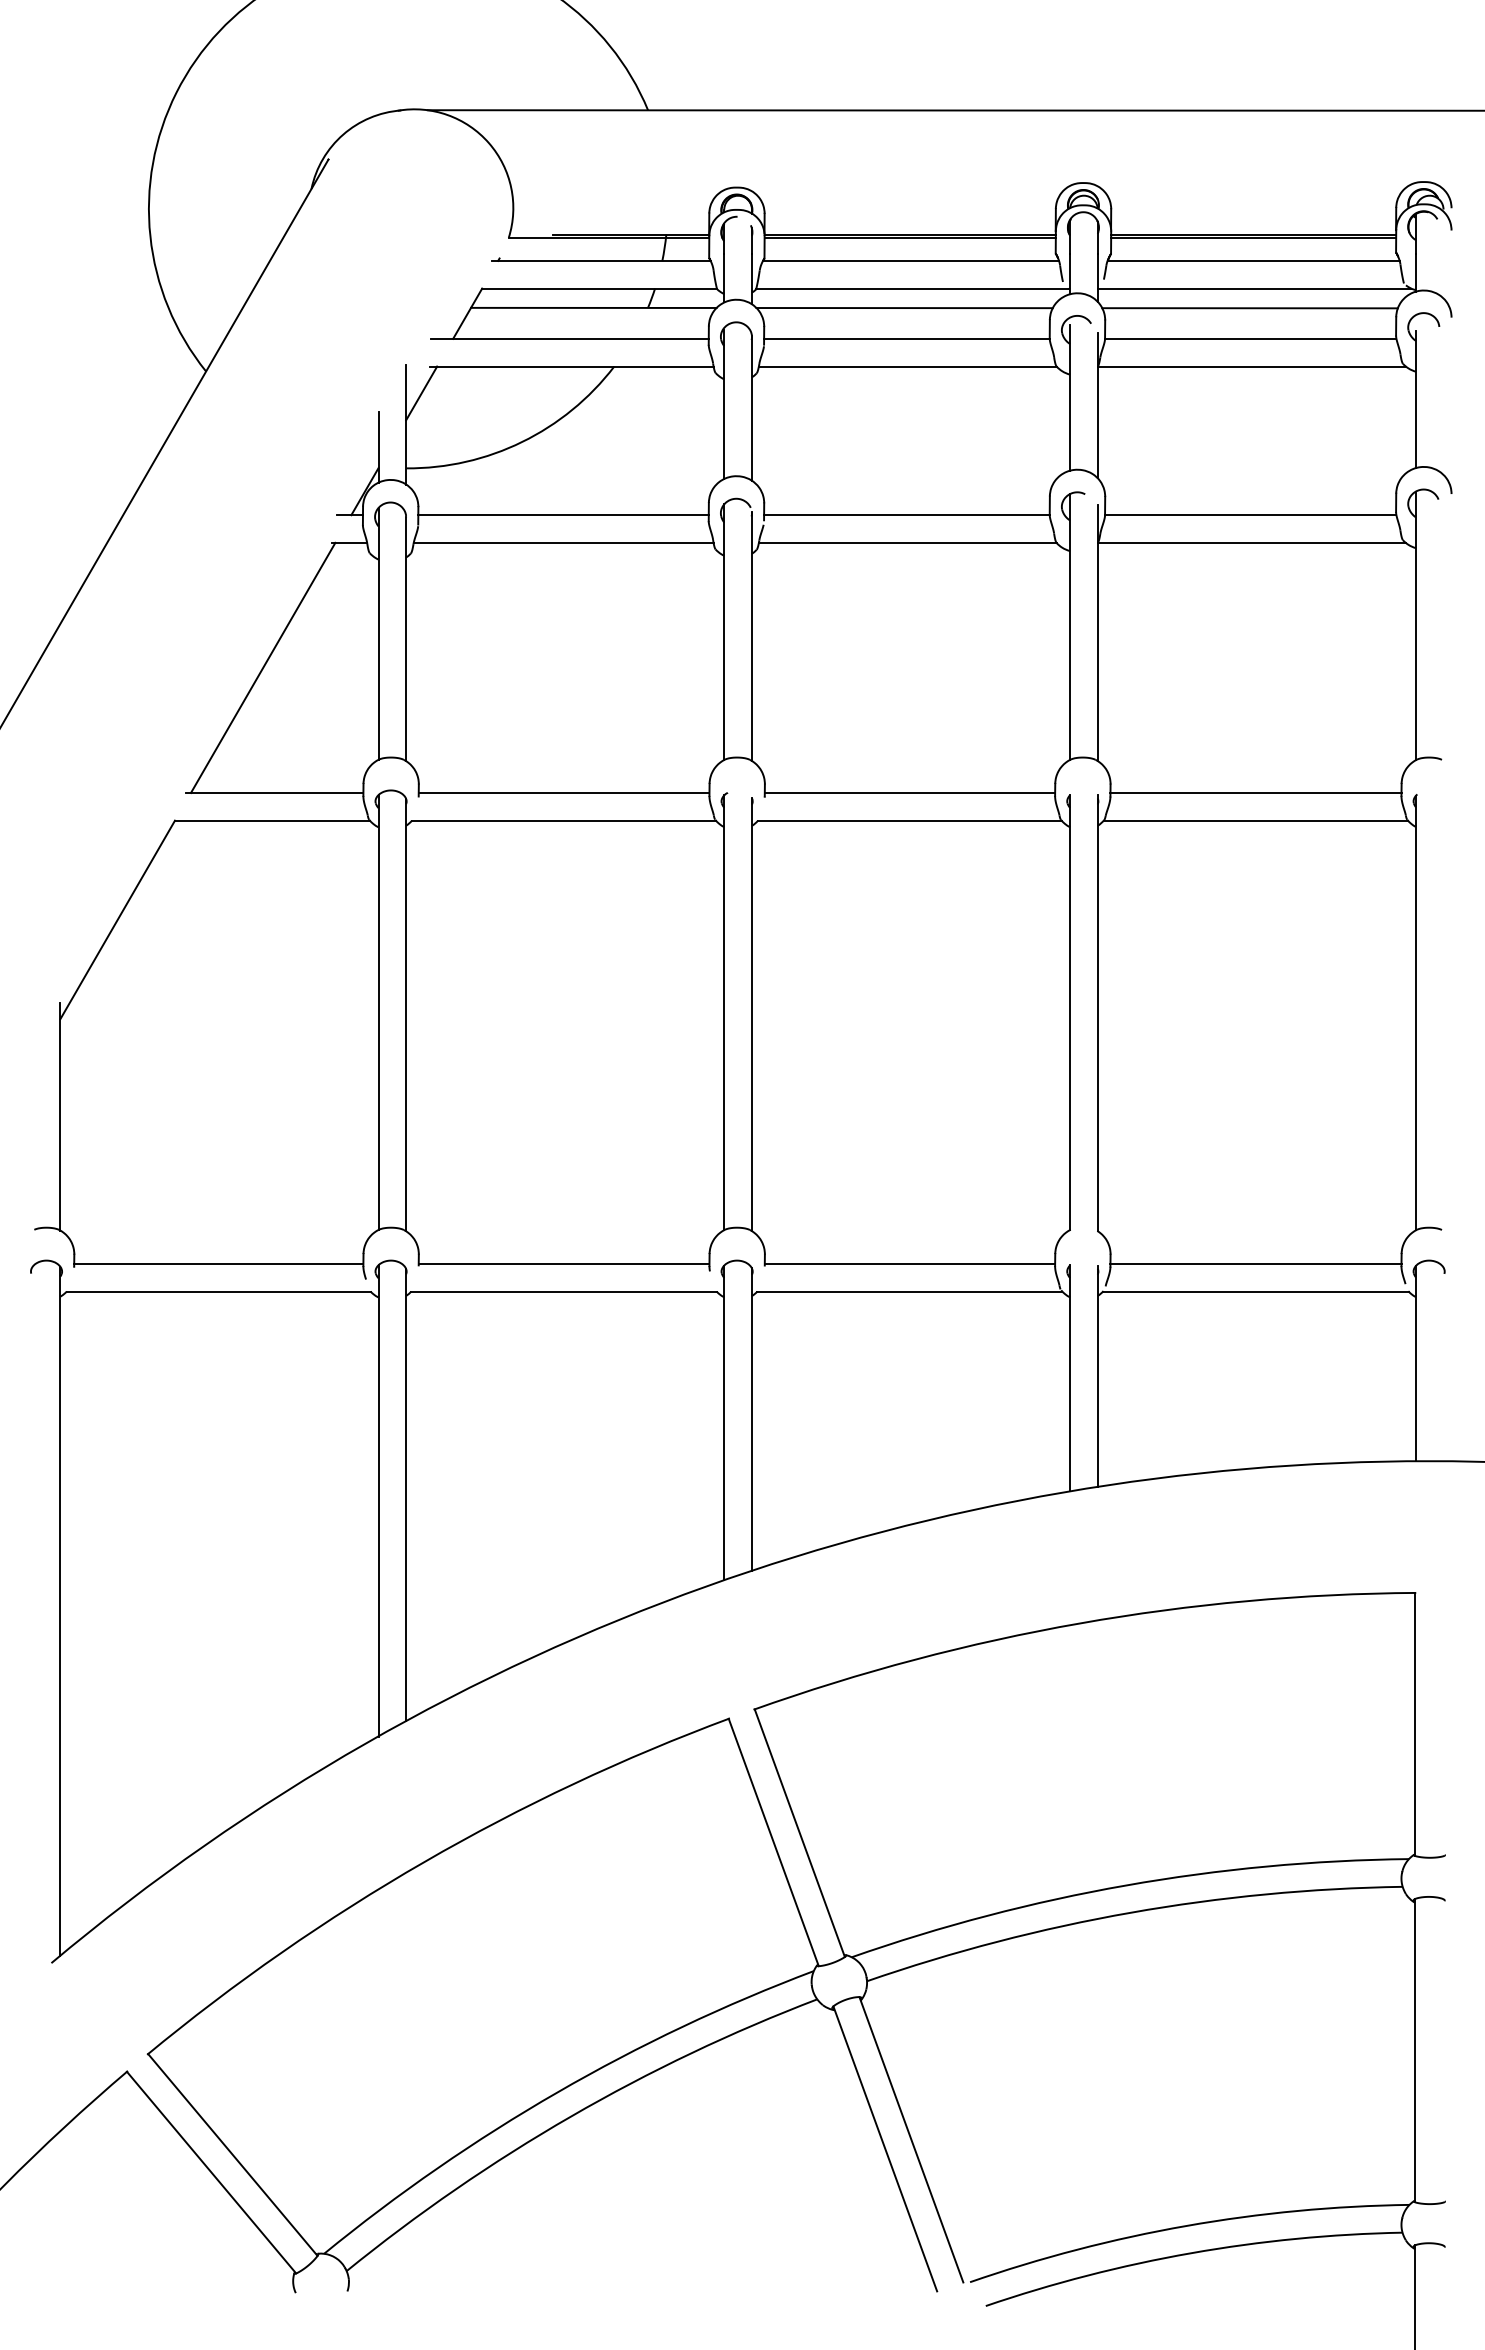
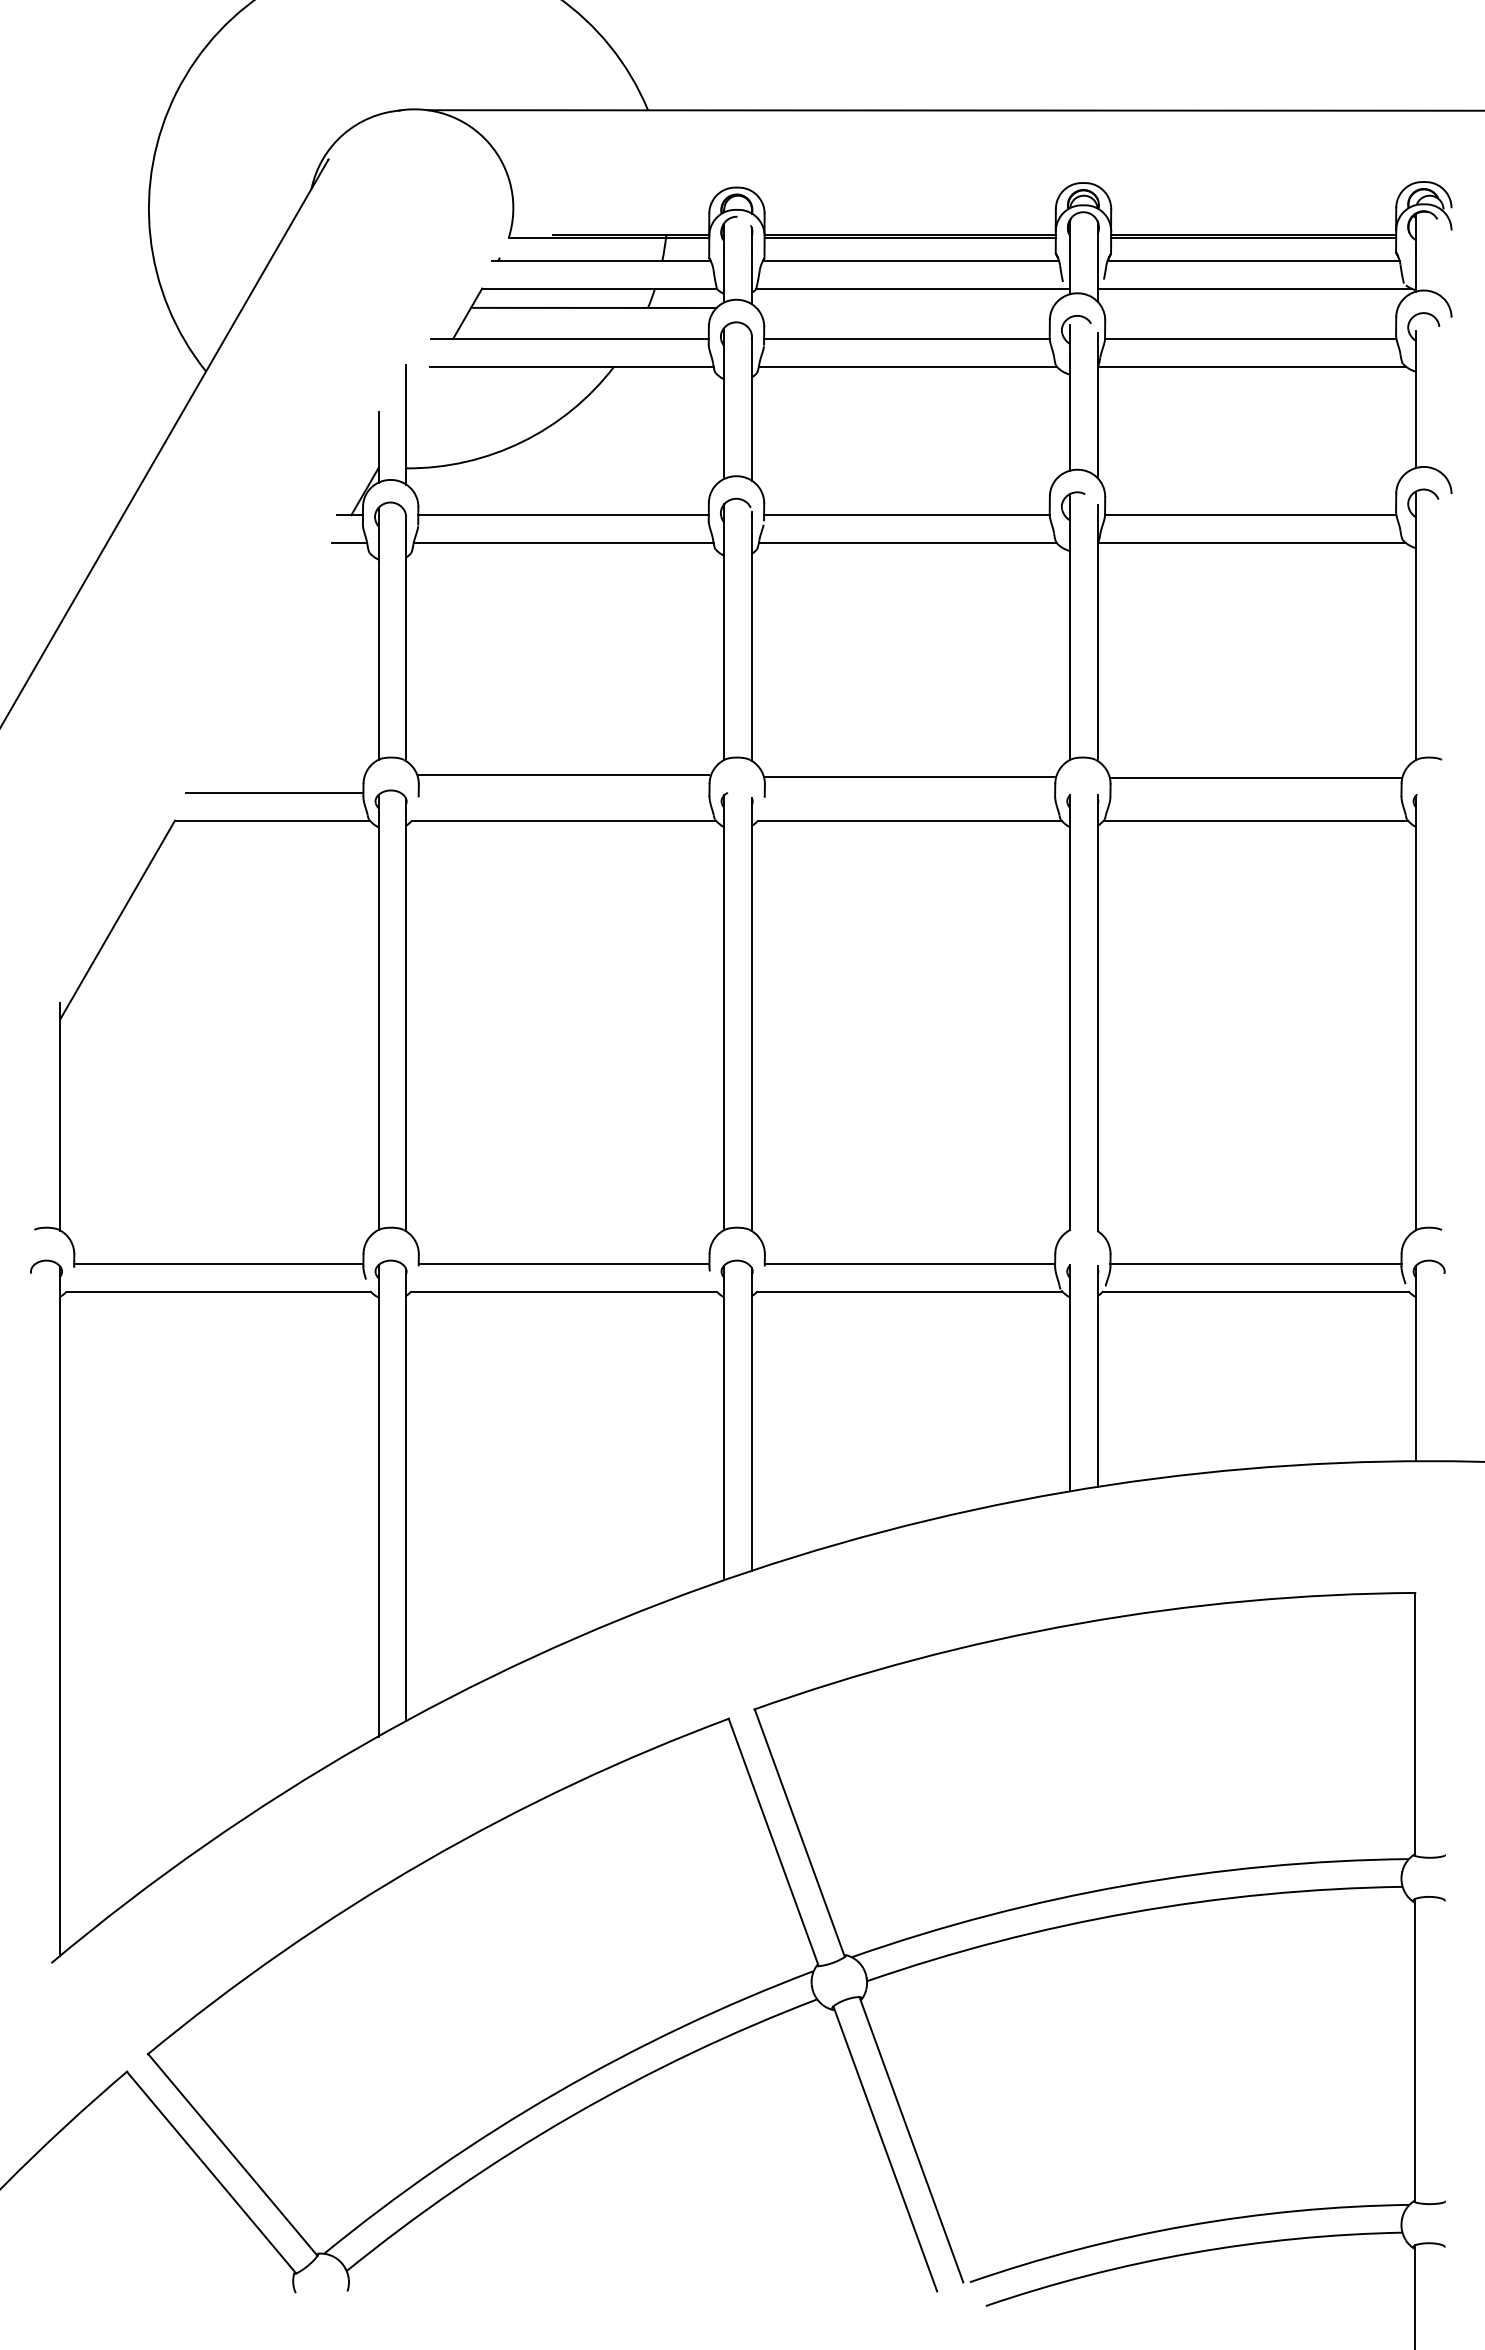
line at (904, 308): present -> none
line at (1249, 308): present -> none
line at (421, 393): present -> none
line at (262, 667): present -> none
line at (563, 793) position: (563, 793) -> (563, 775)
line at (909, 793) position: (909, 793) -> (909, 777)
line at (1255, 793) position: (1255, 793) -> (1255, 778)
